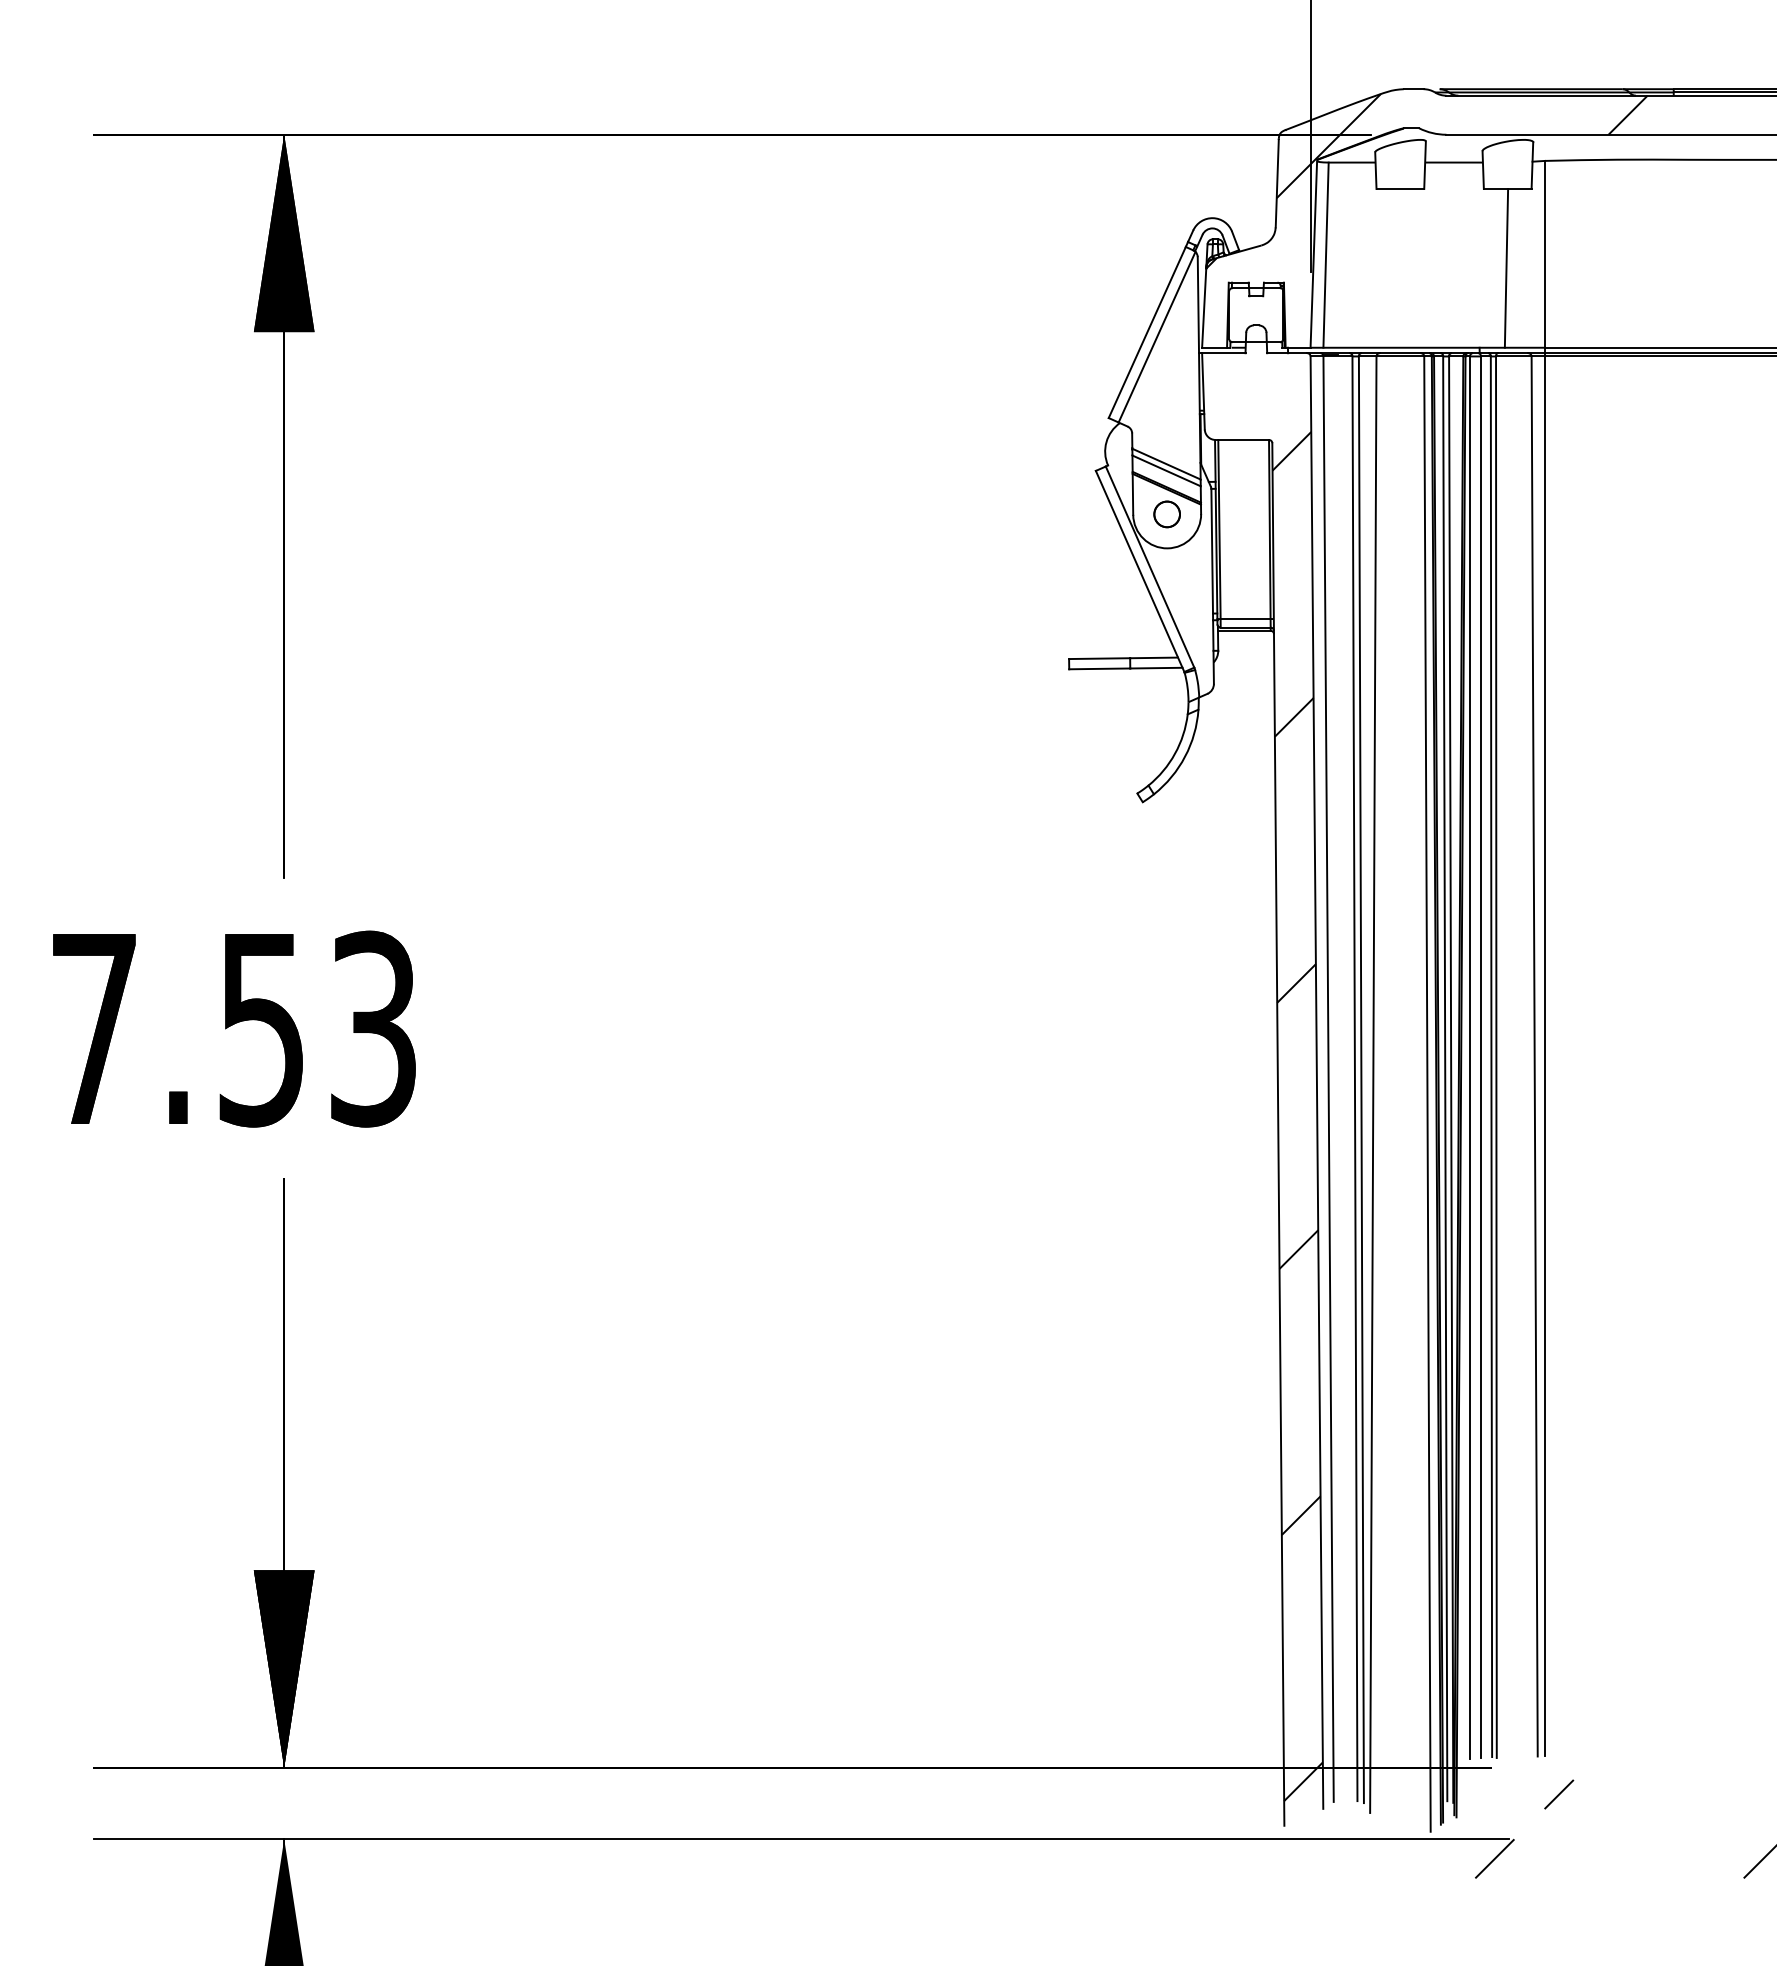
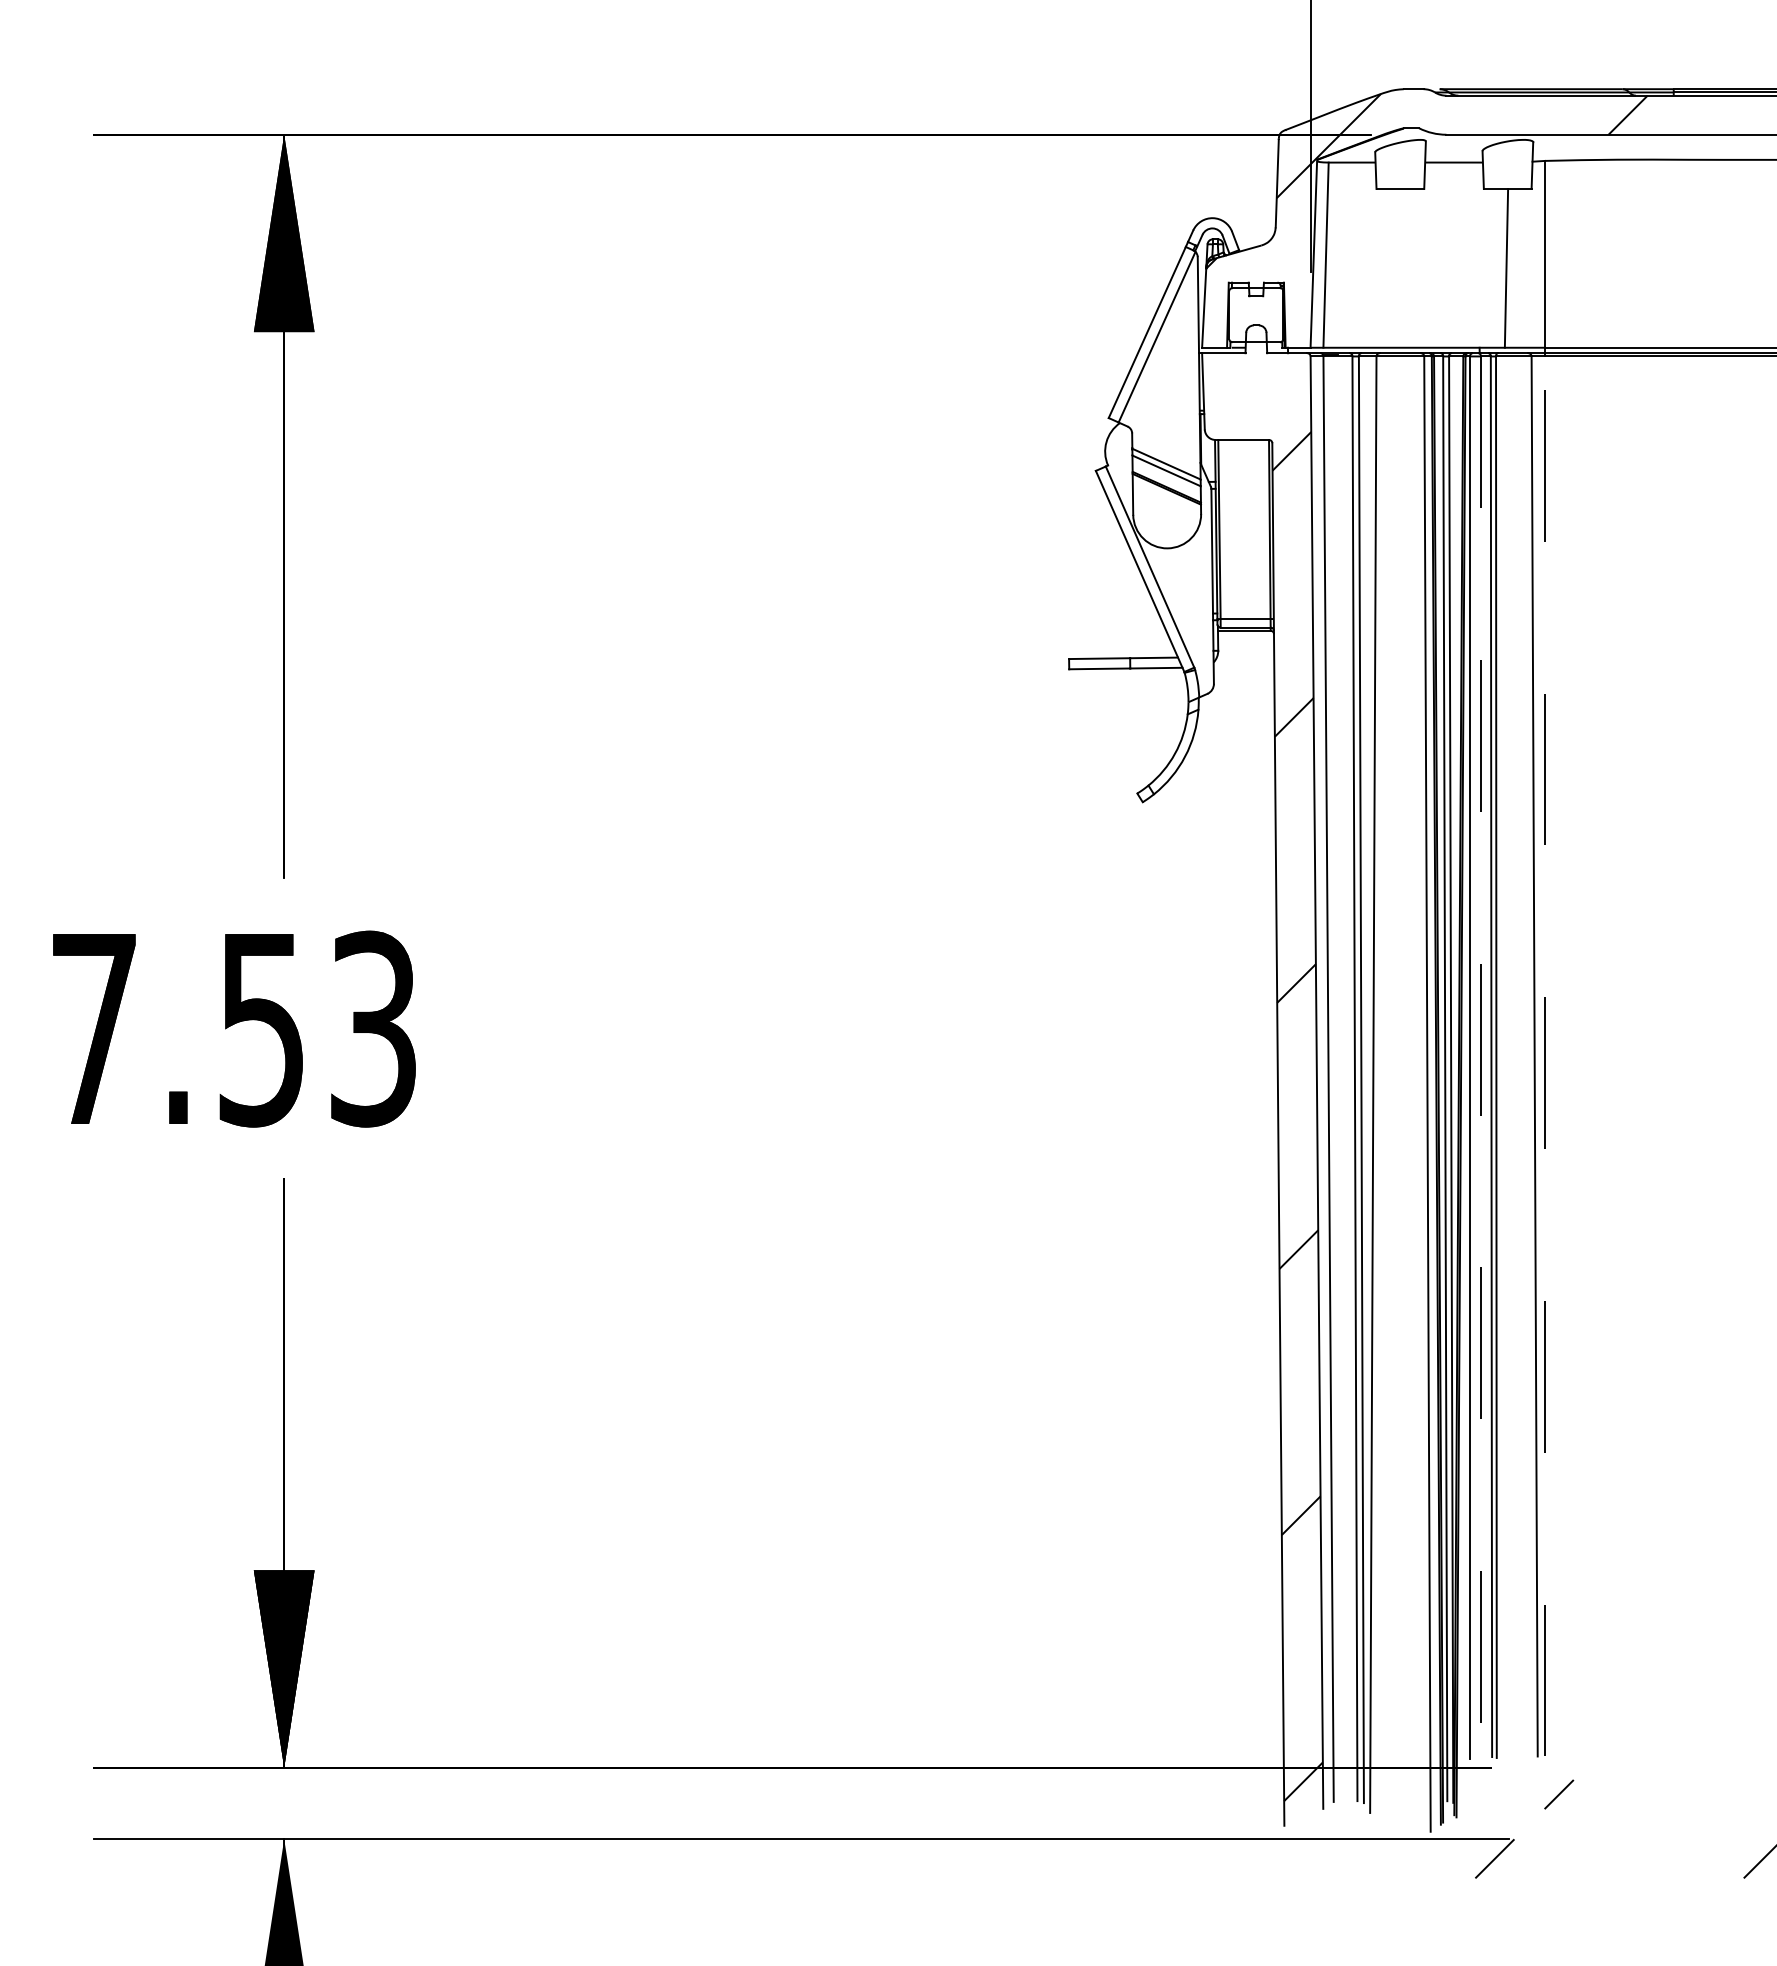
part at (1166, 514): present -> none
line at (1545, 1055): solid -> dashed
line at (1480, 1057): solid -> dashed
